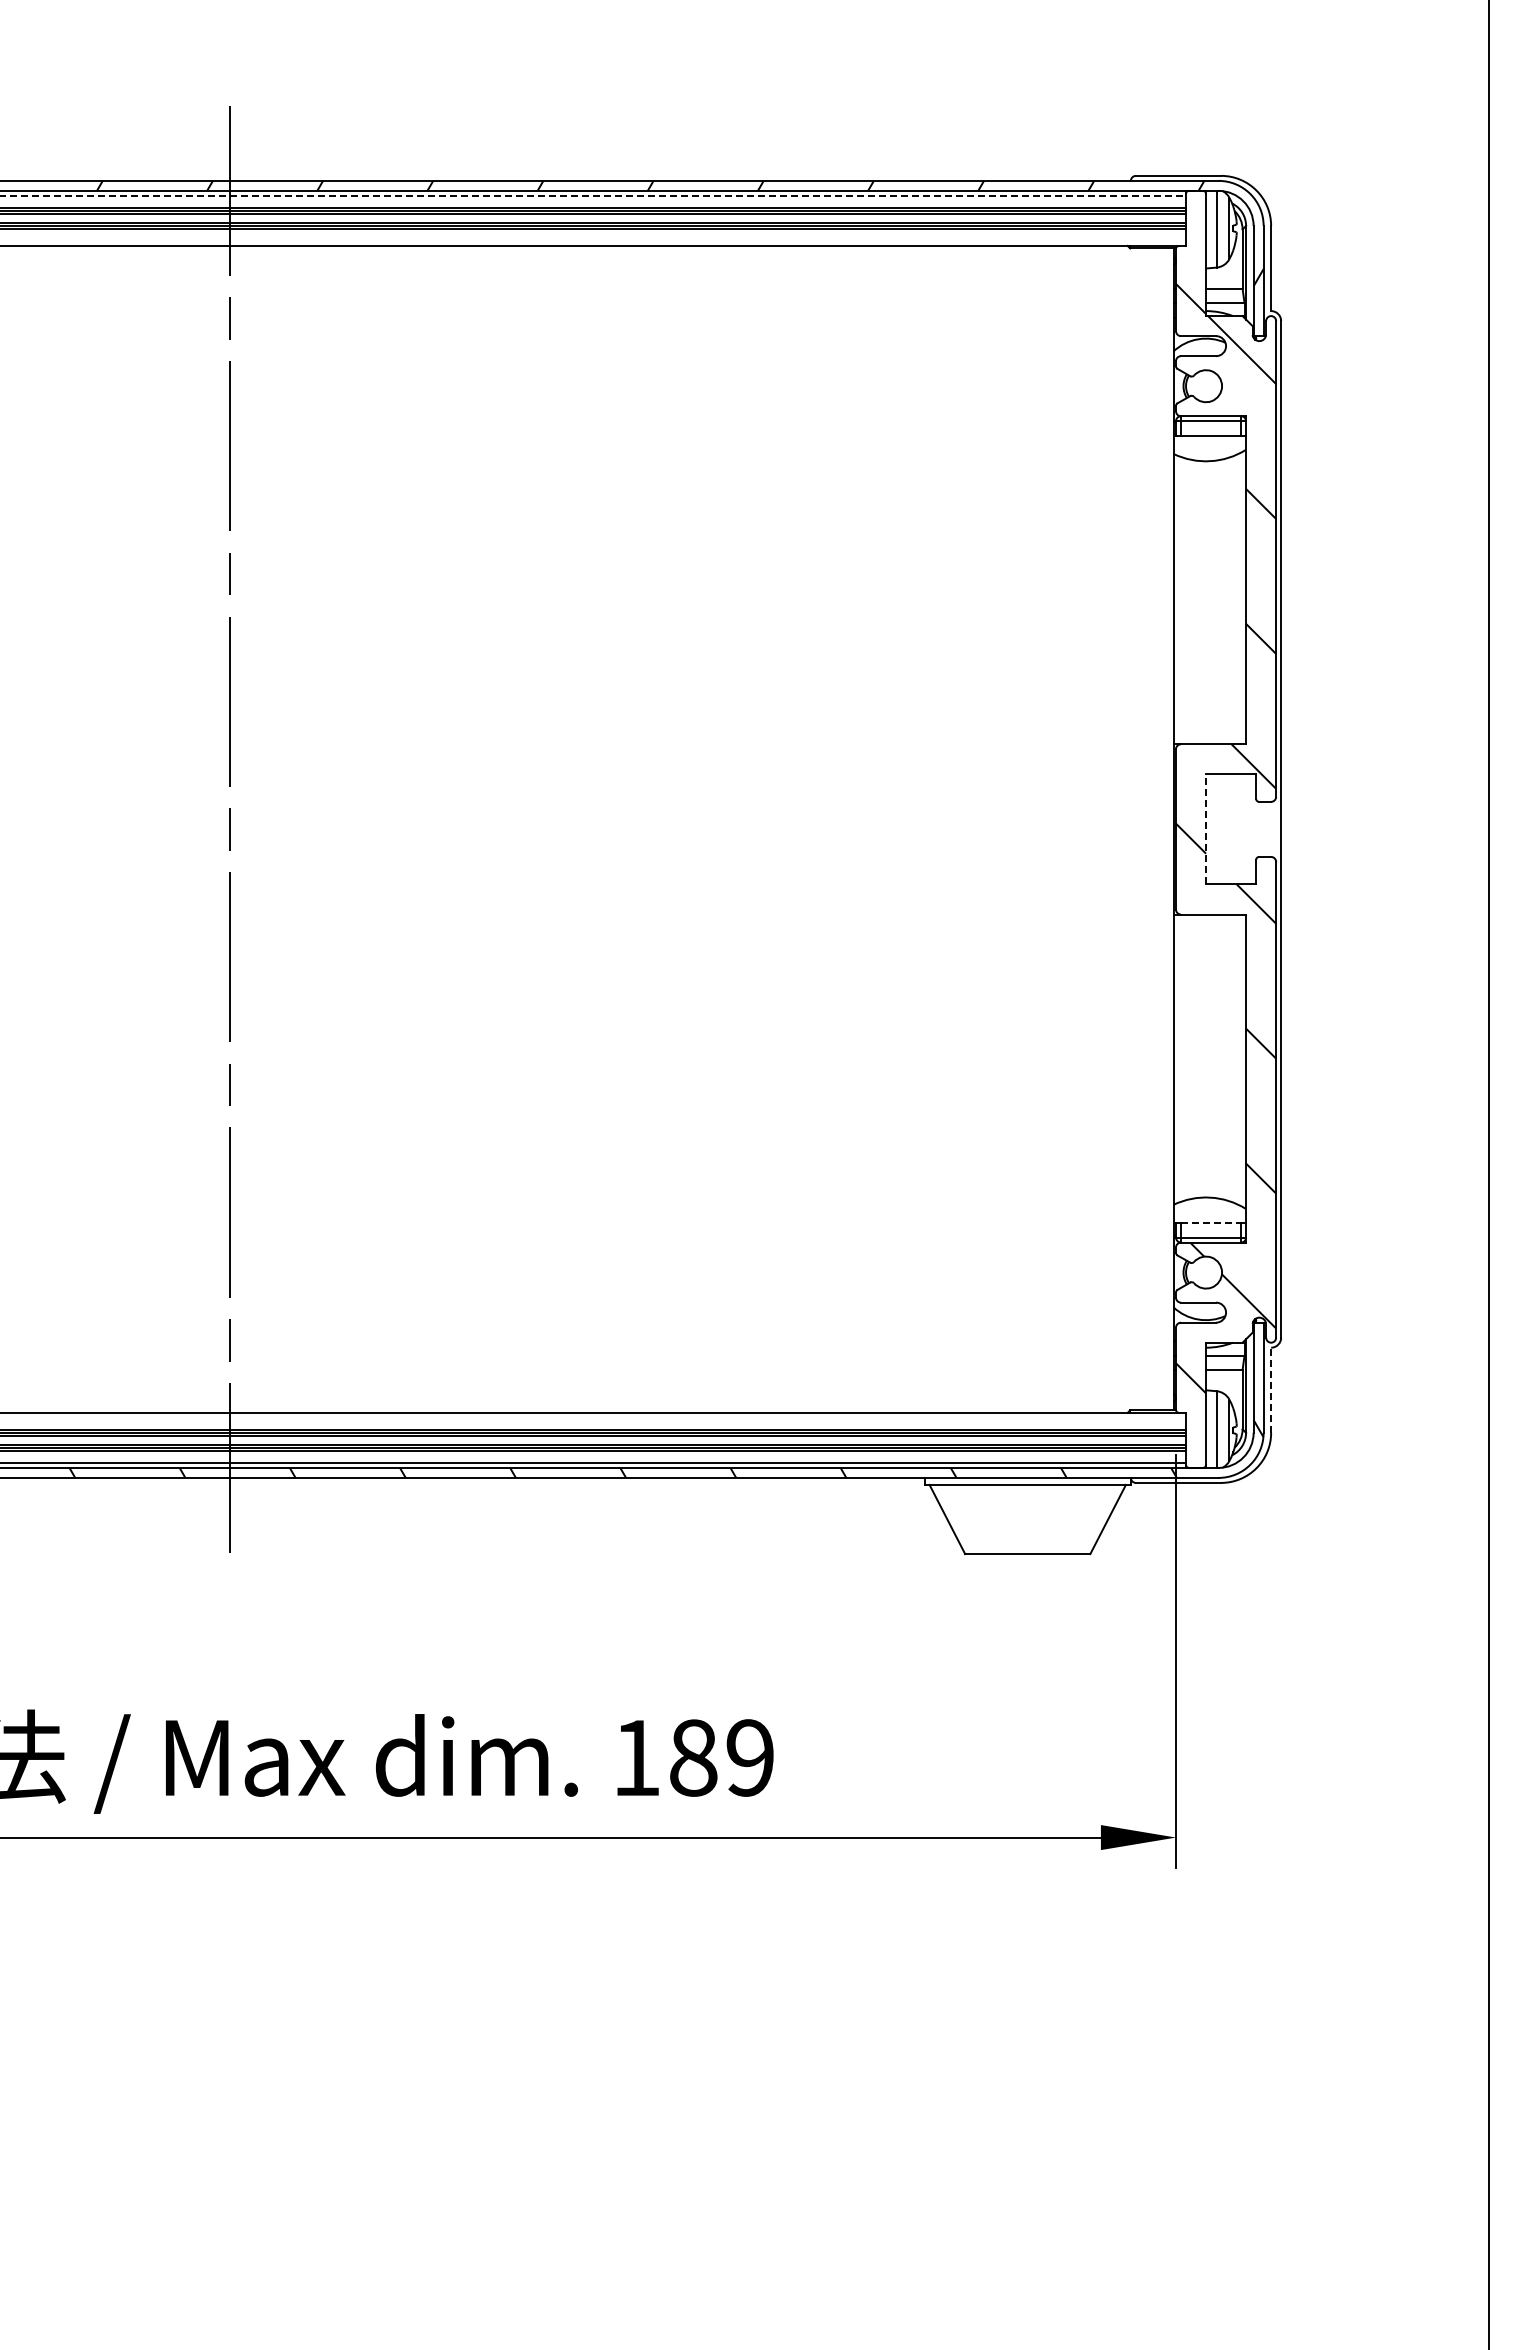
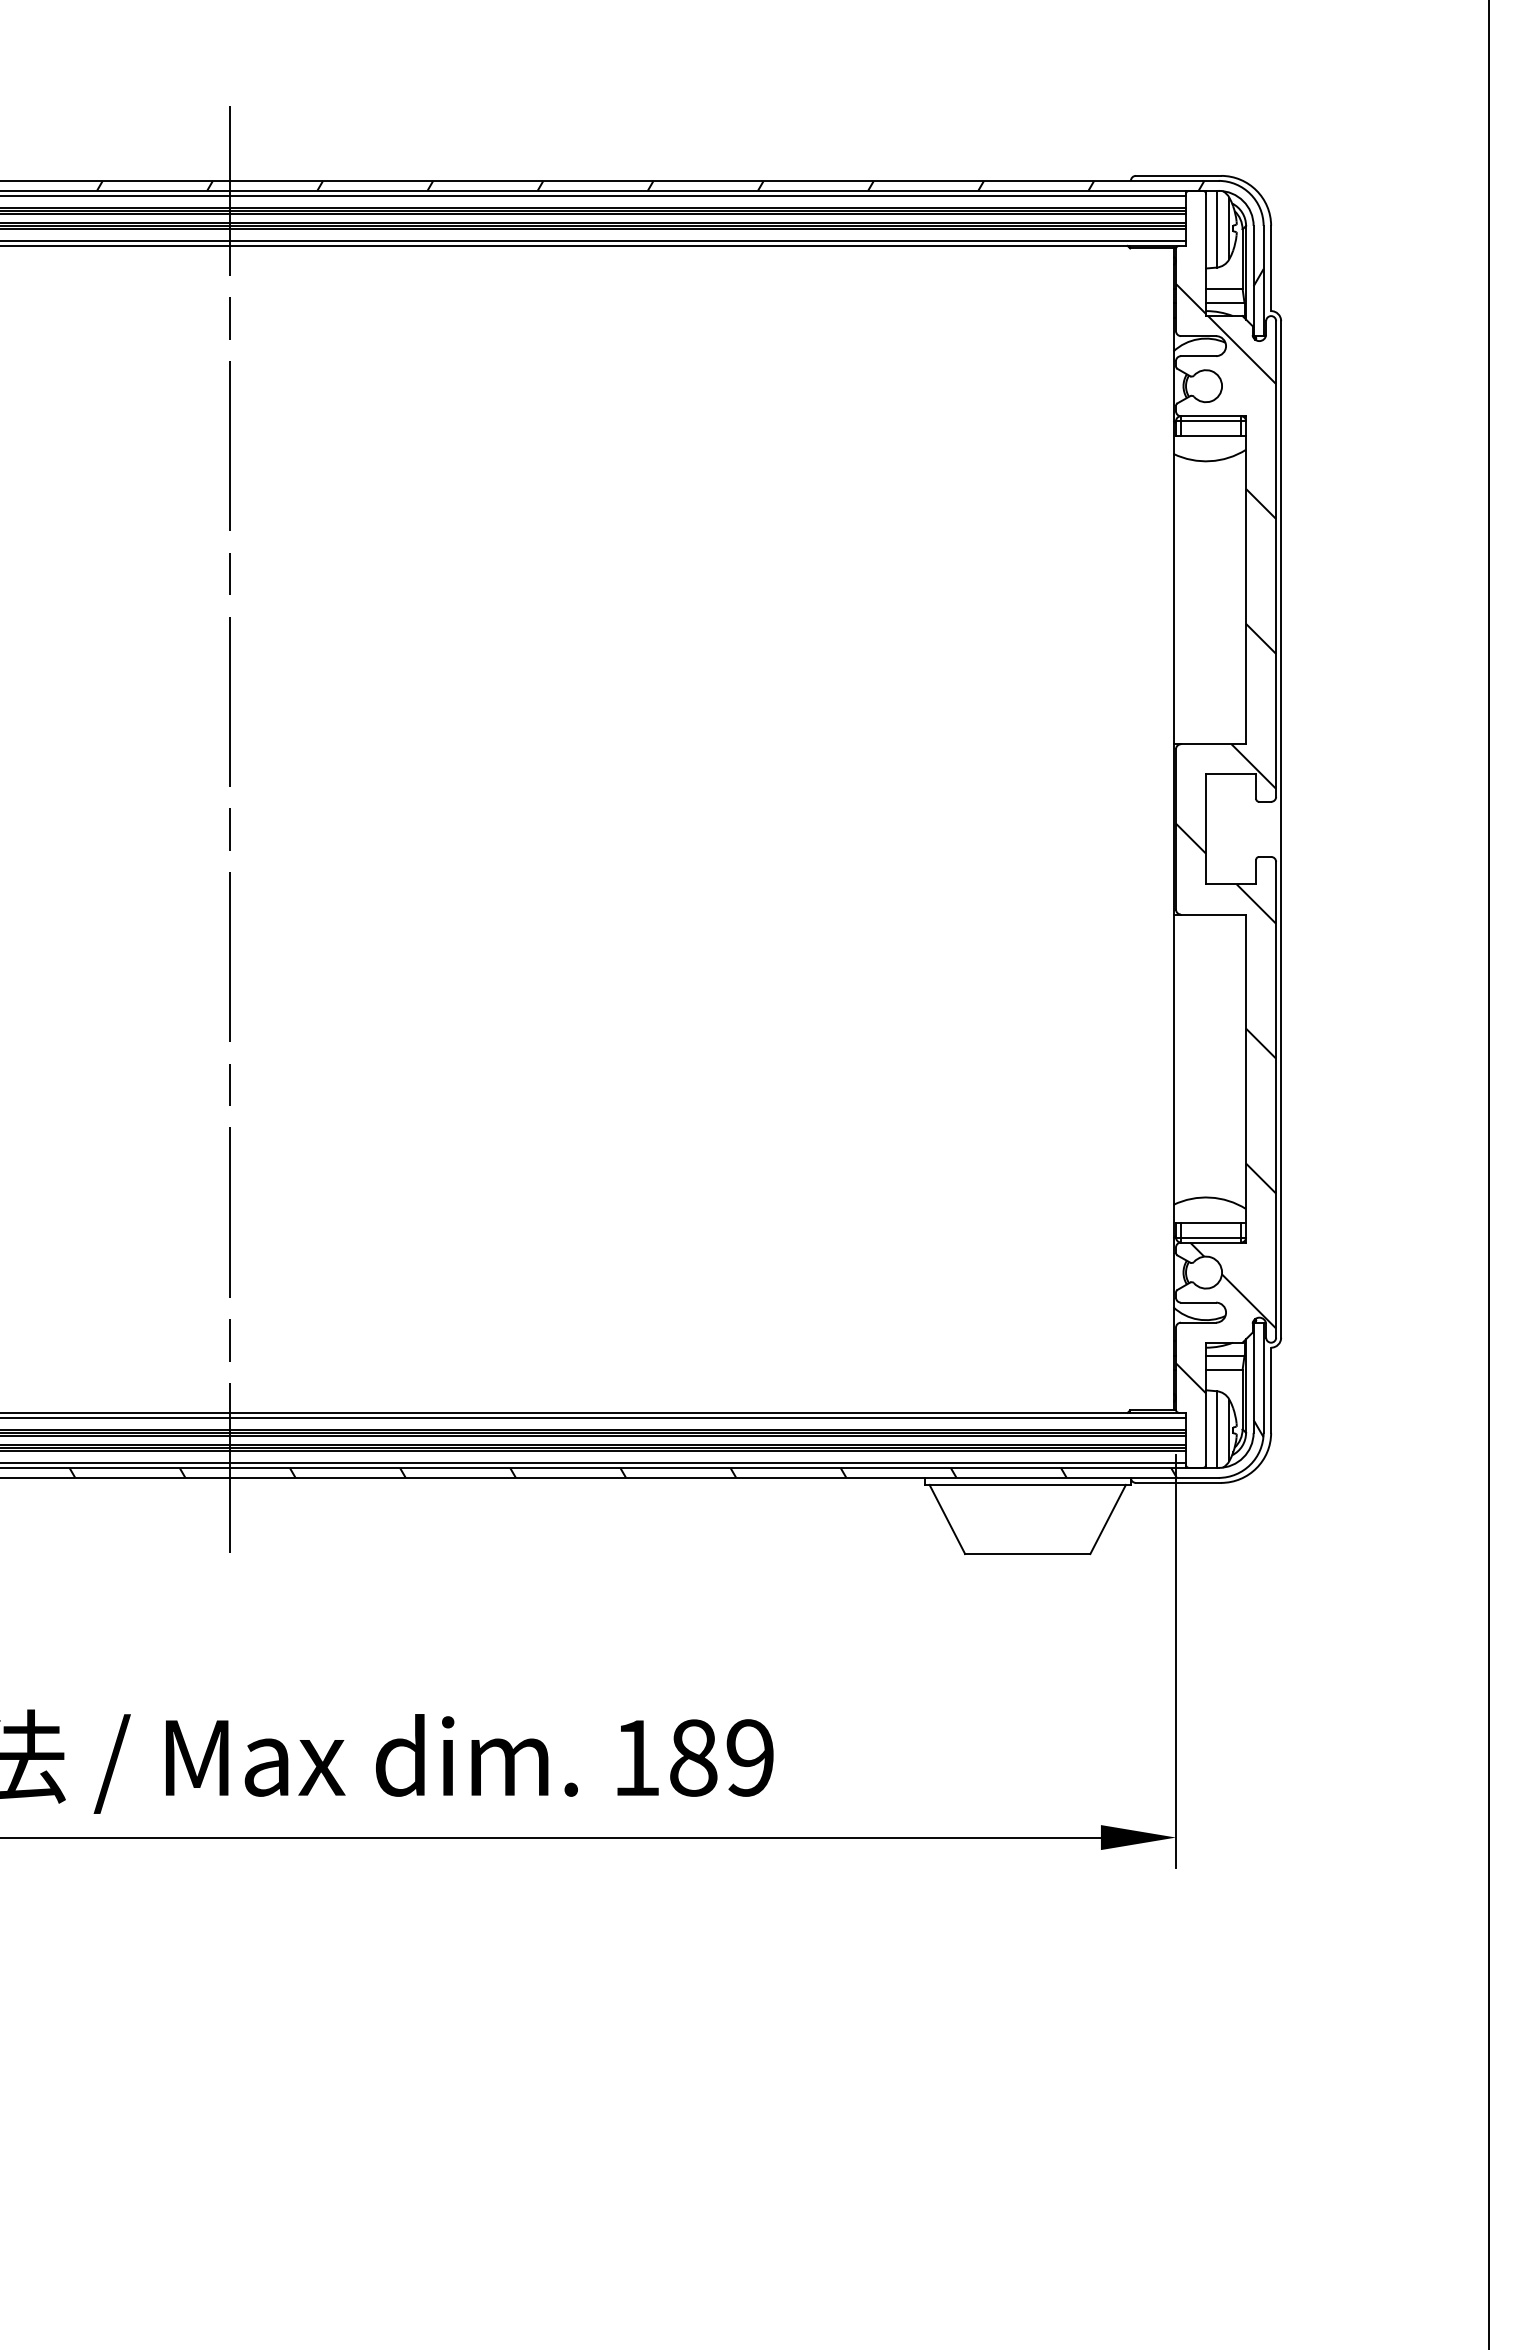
line at (593, 195): dashed -> solid
line at (594, 240): none -> present
line at (1206, 828): dashed -> solid
line at (1211, 1222): dashed -> solid
line at (1271, 1390): dashed -> solid
line at (594, 1417): none -> present
